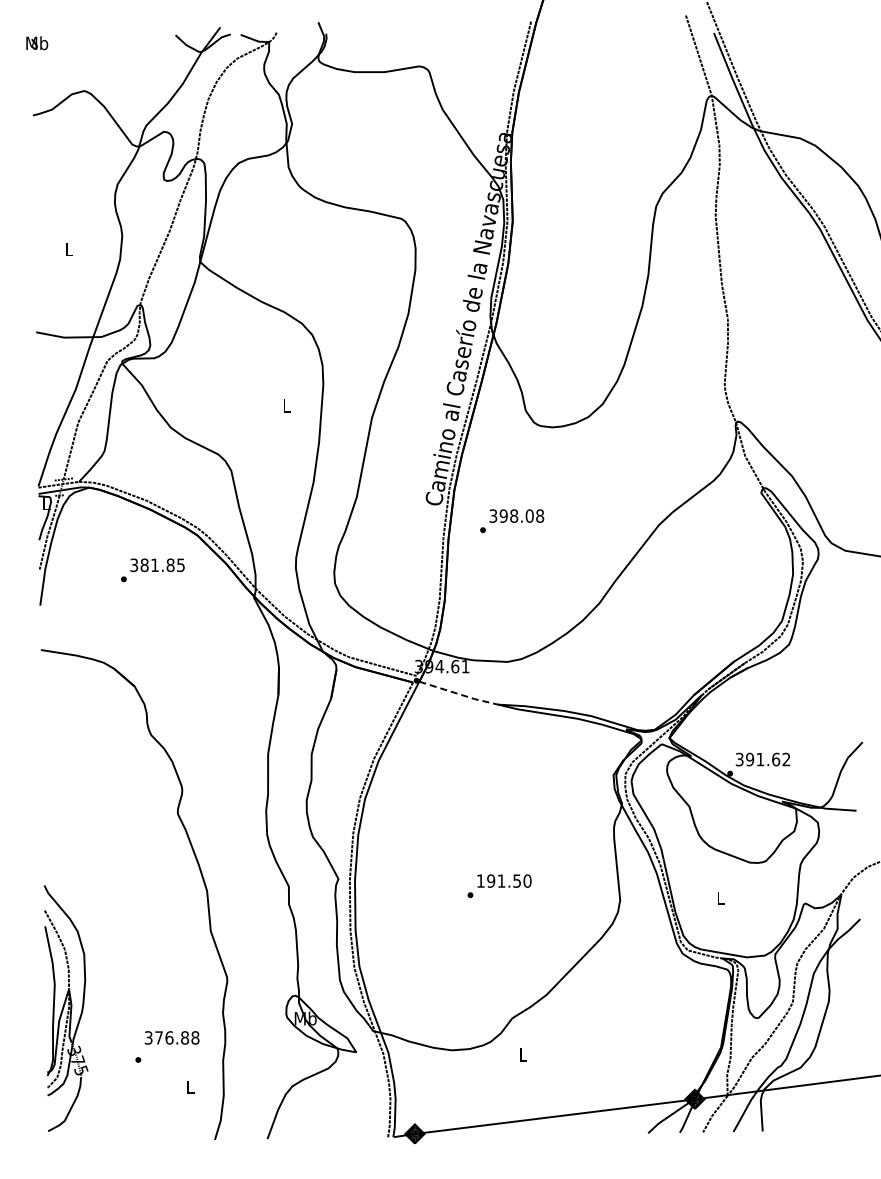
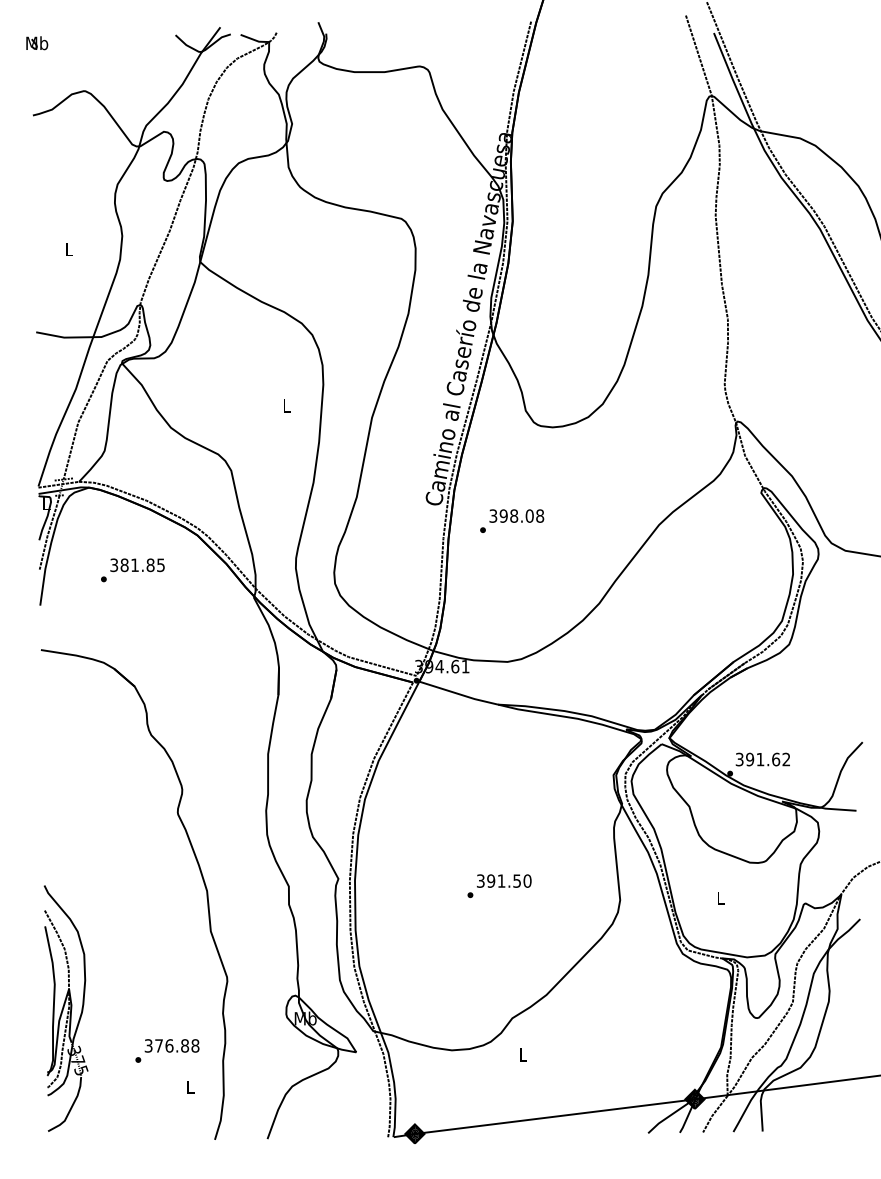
text at (152, 570) position: (152, 570) -> (132, 570)
line at (458, 694): dashed -> solid
text at (480, 880): 191.50 -> 391.50
text at (171, 1037) position: (171, 1037) -> (171, 1045)
